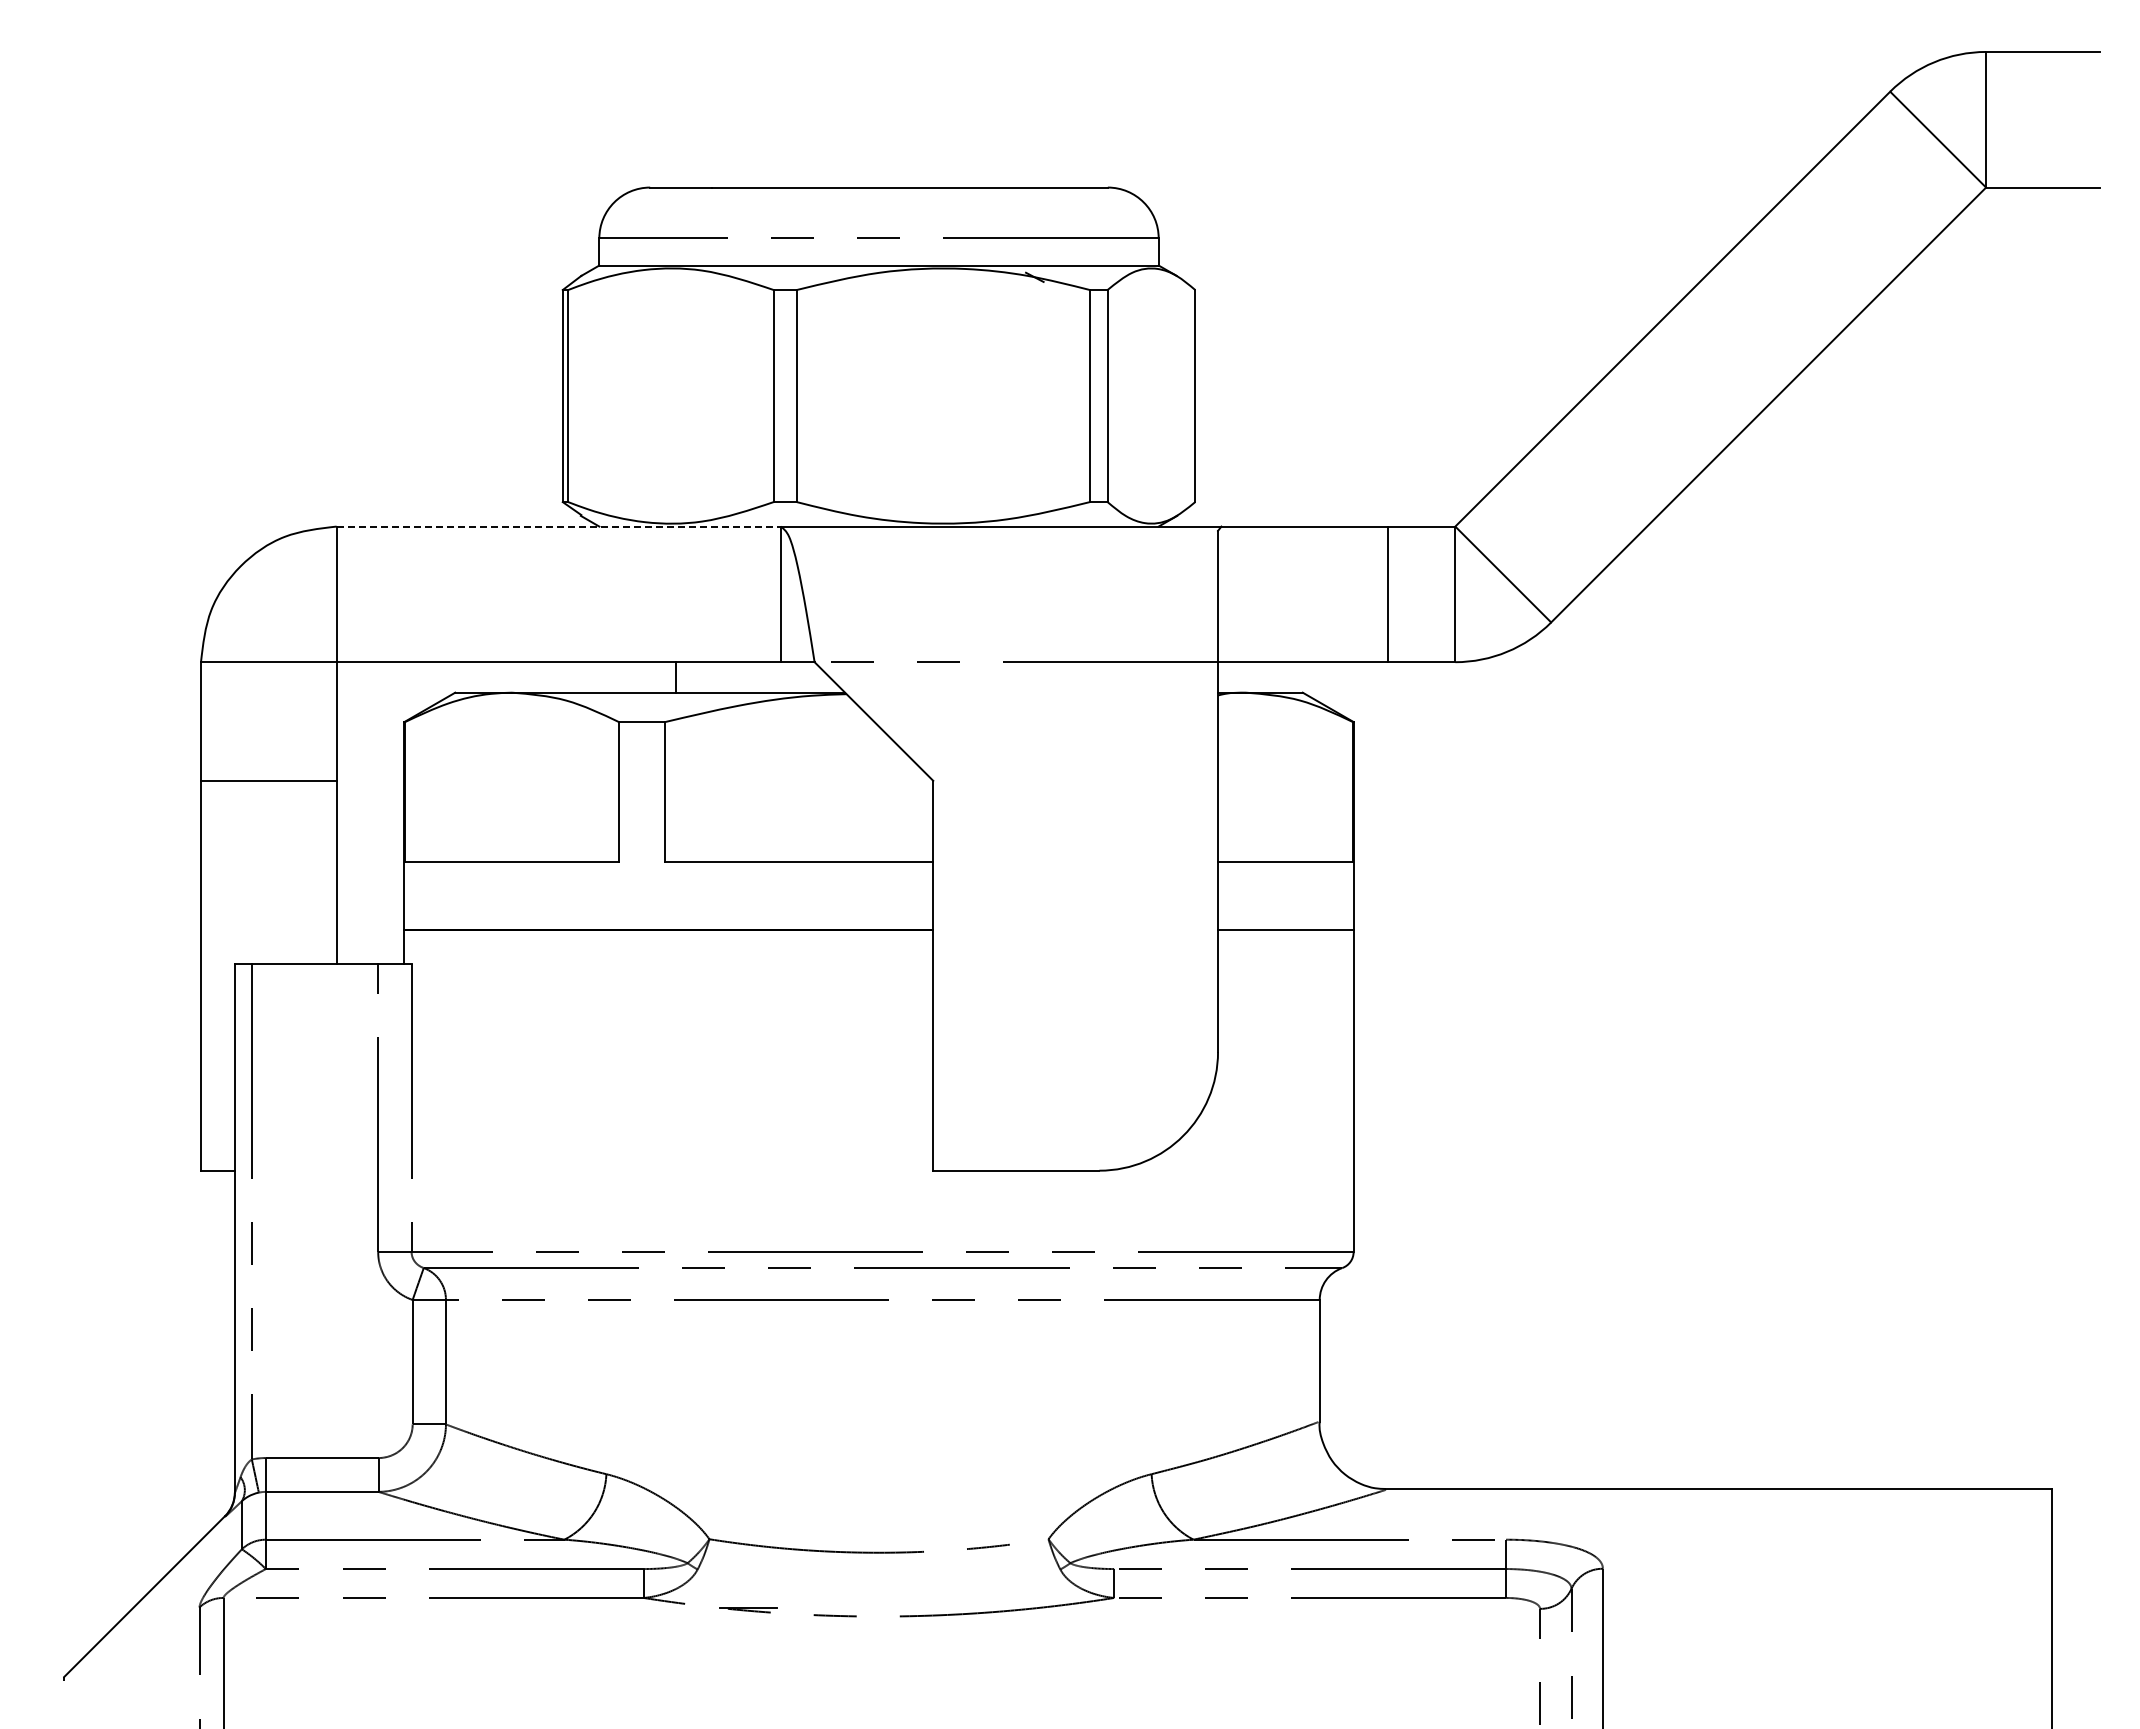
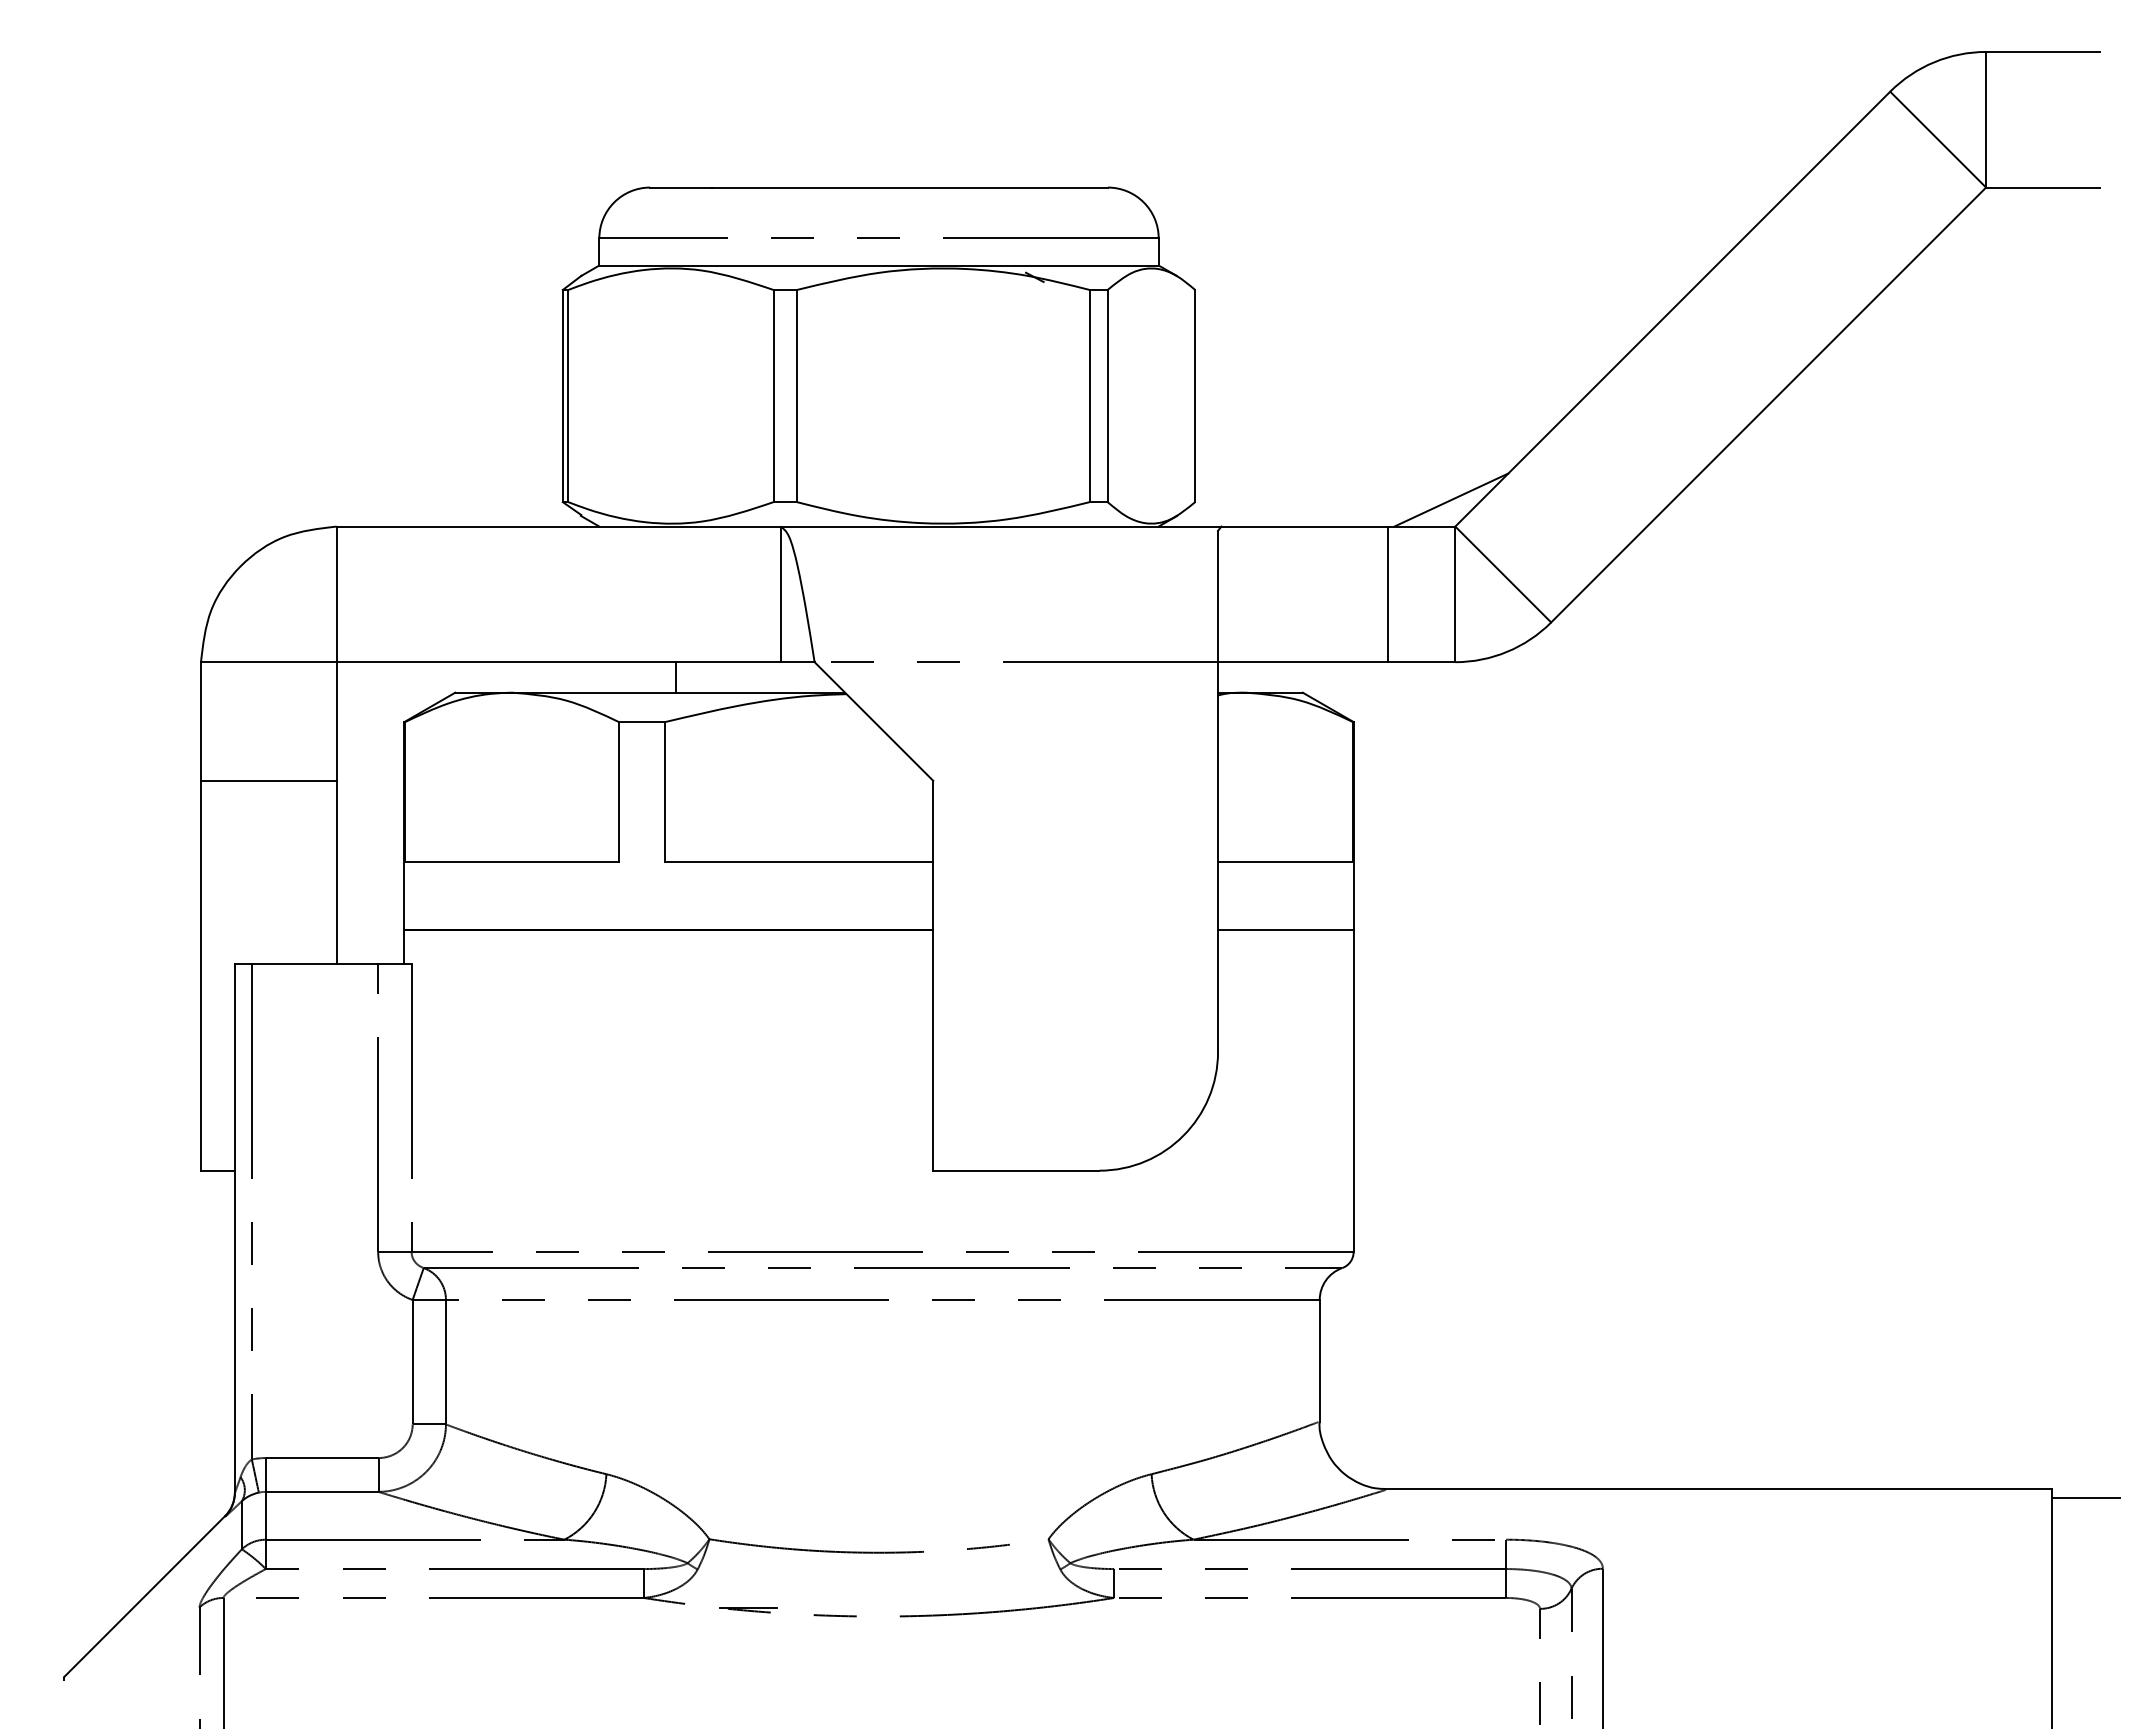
line at (1451, 499): none -> present
line at (559, 526): dashed -> solid
line at (2085, 1497): none -> present
